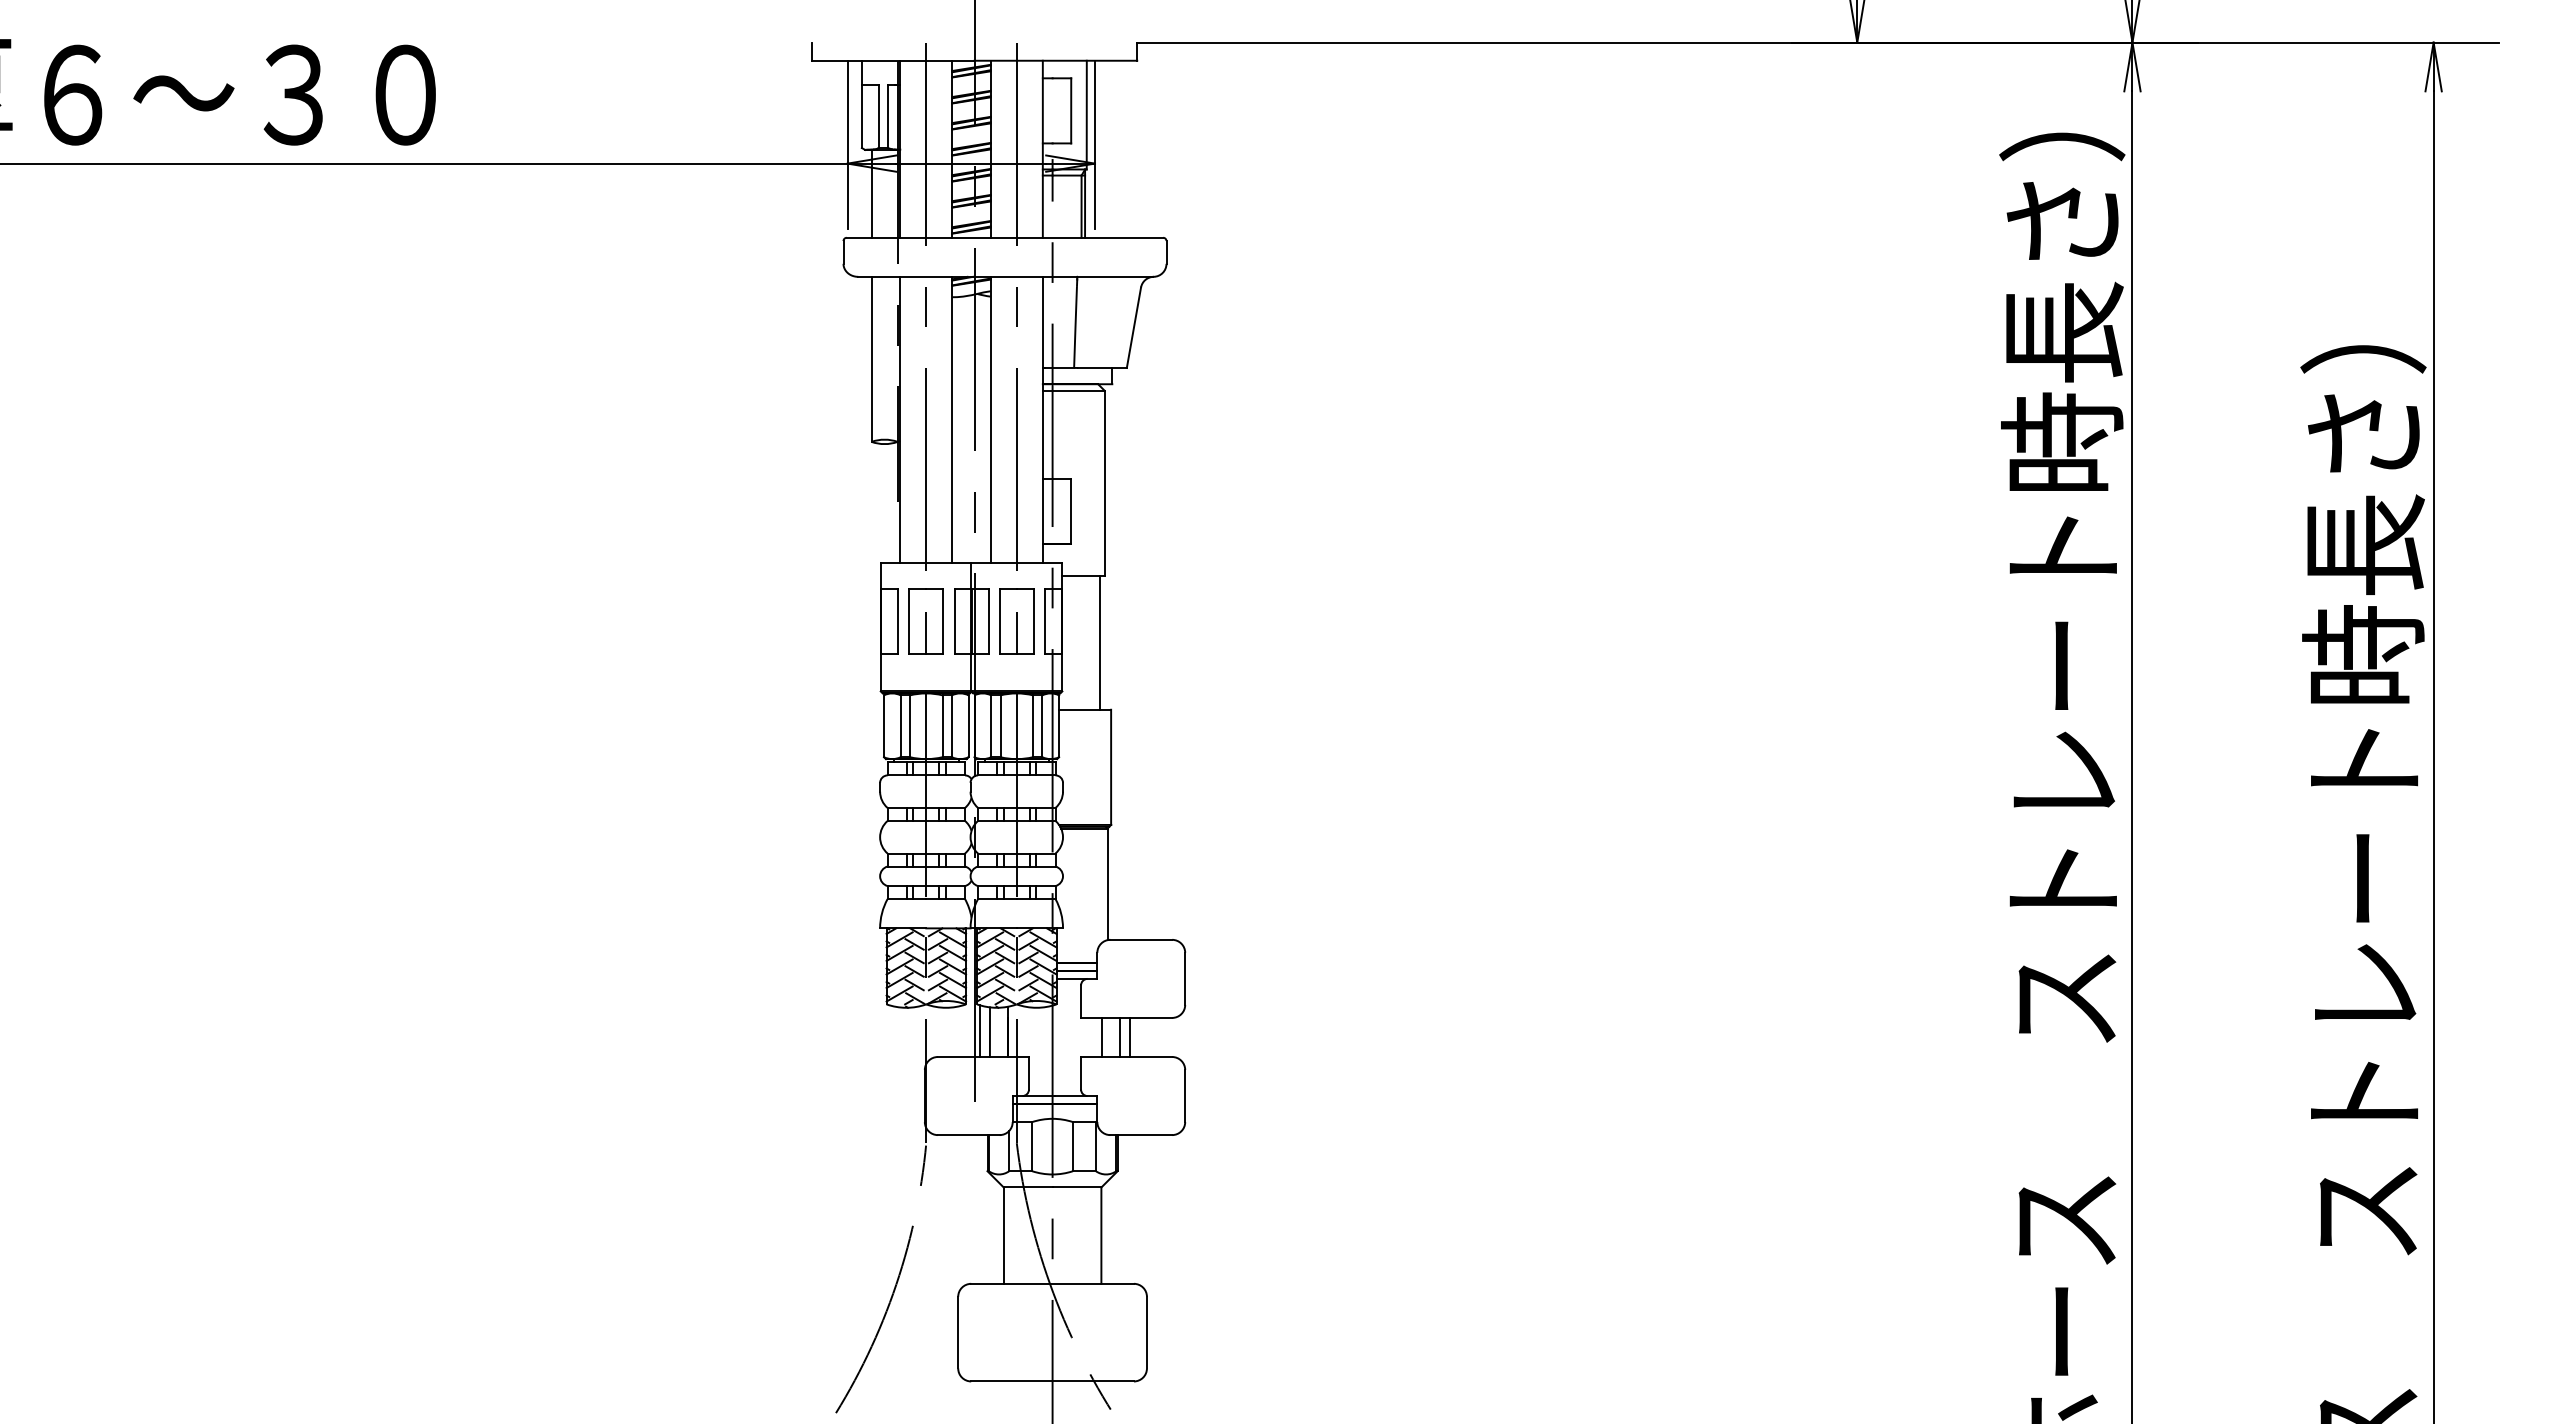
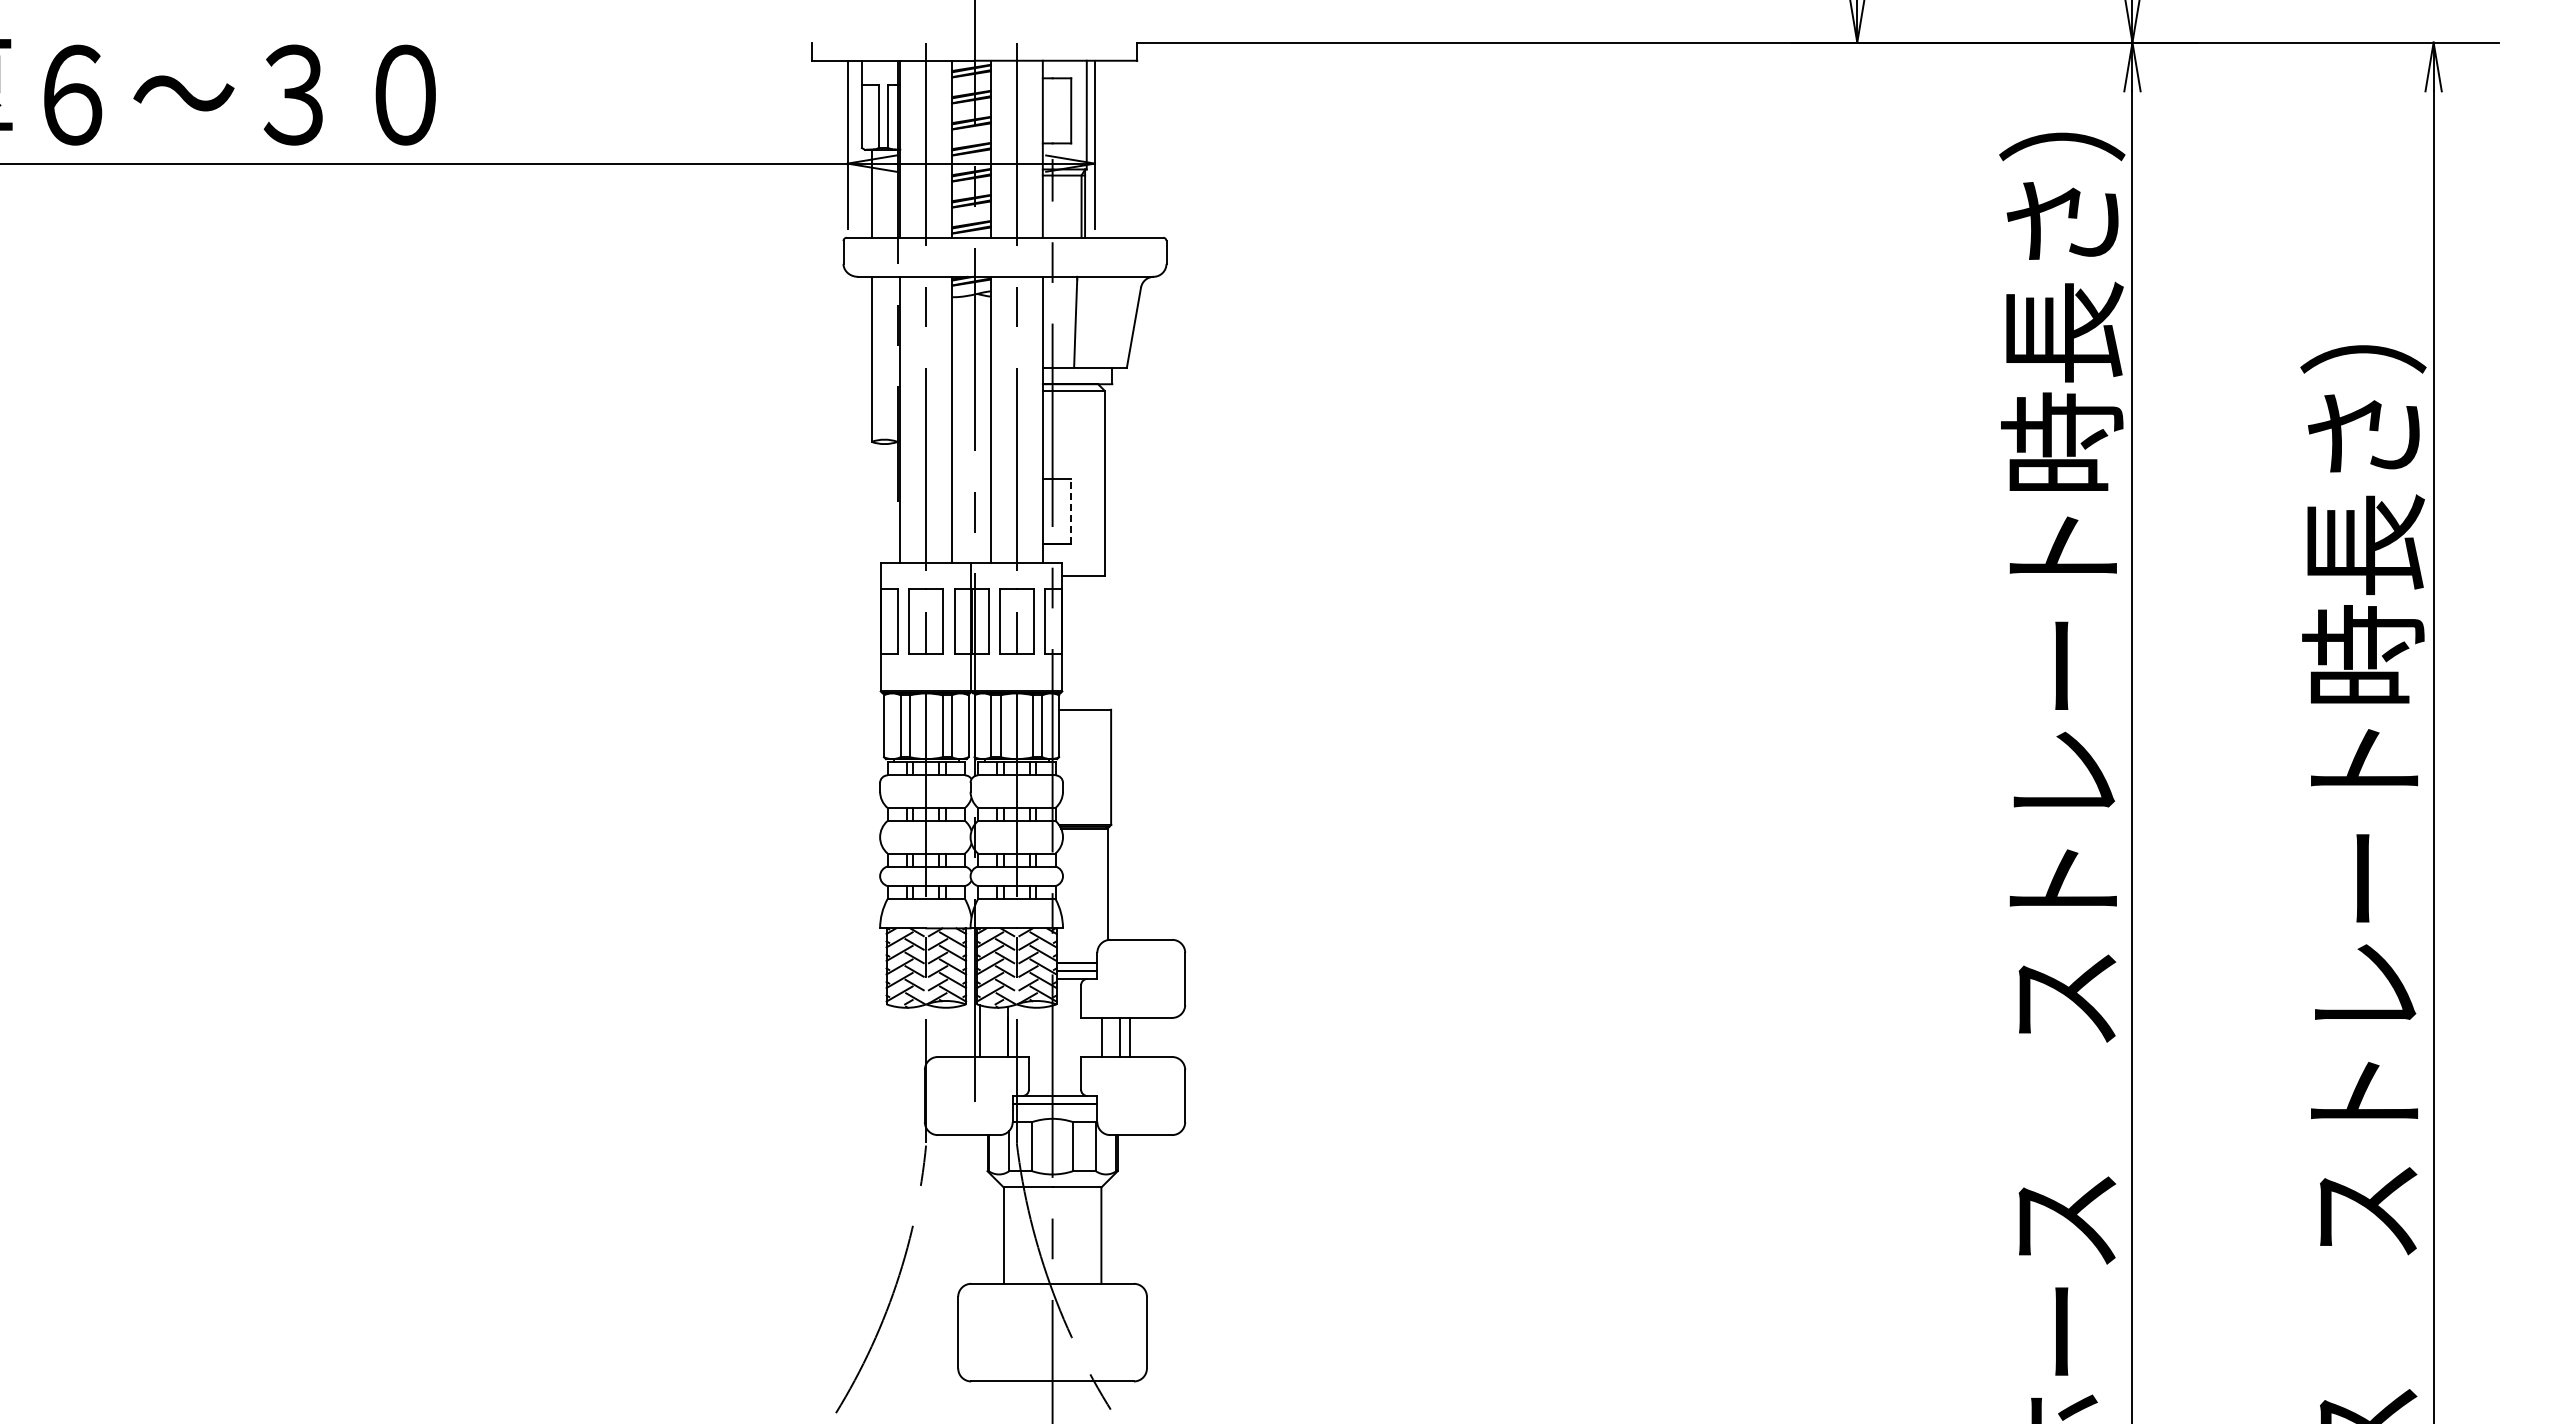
line at (1070, 511): solid -> dashed
line at (1099, 642): present -> none
line at (989, 1032): present -> none
